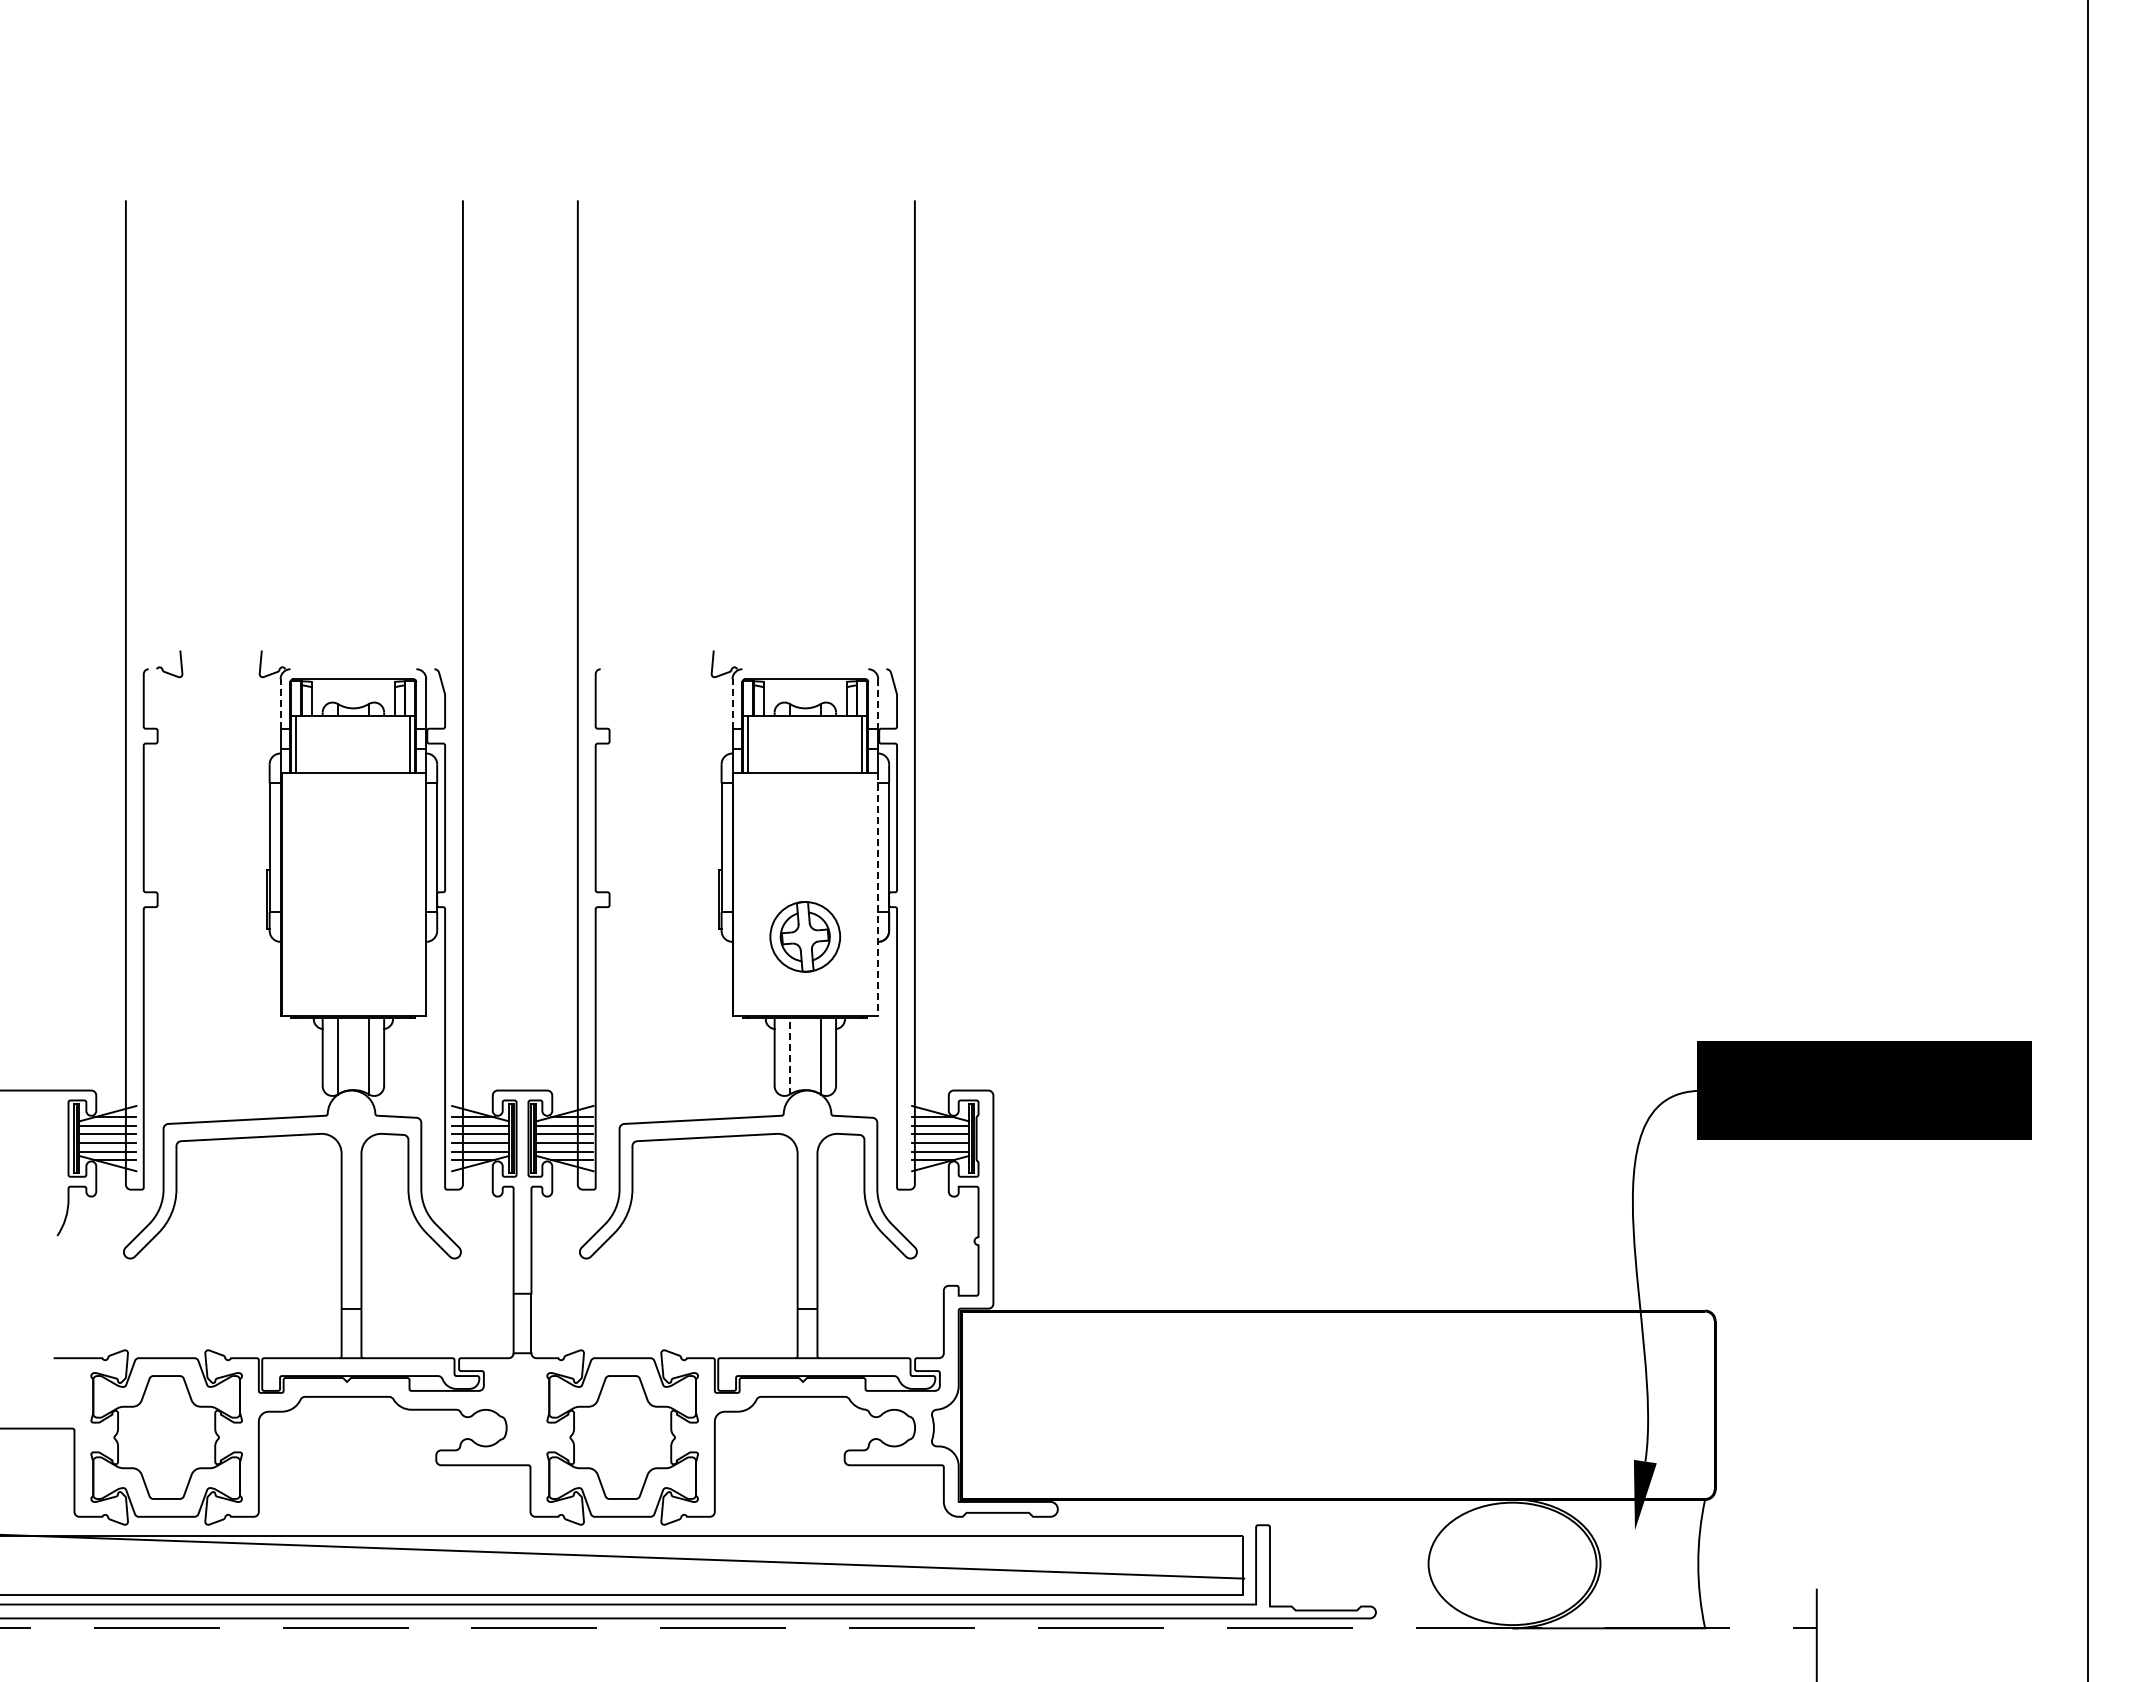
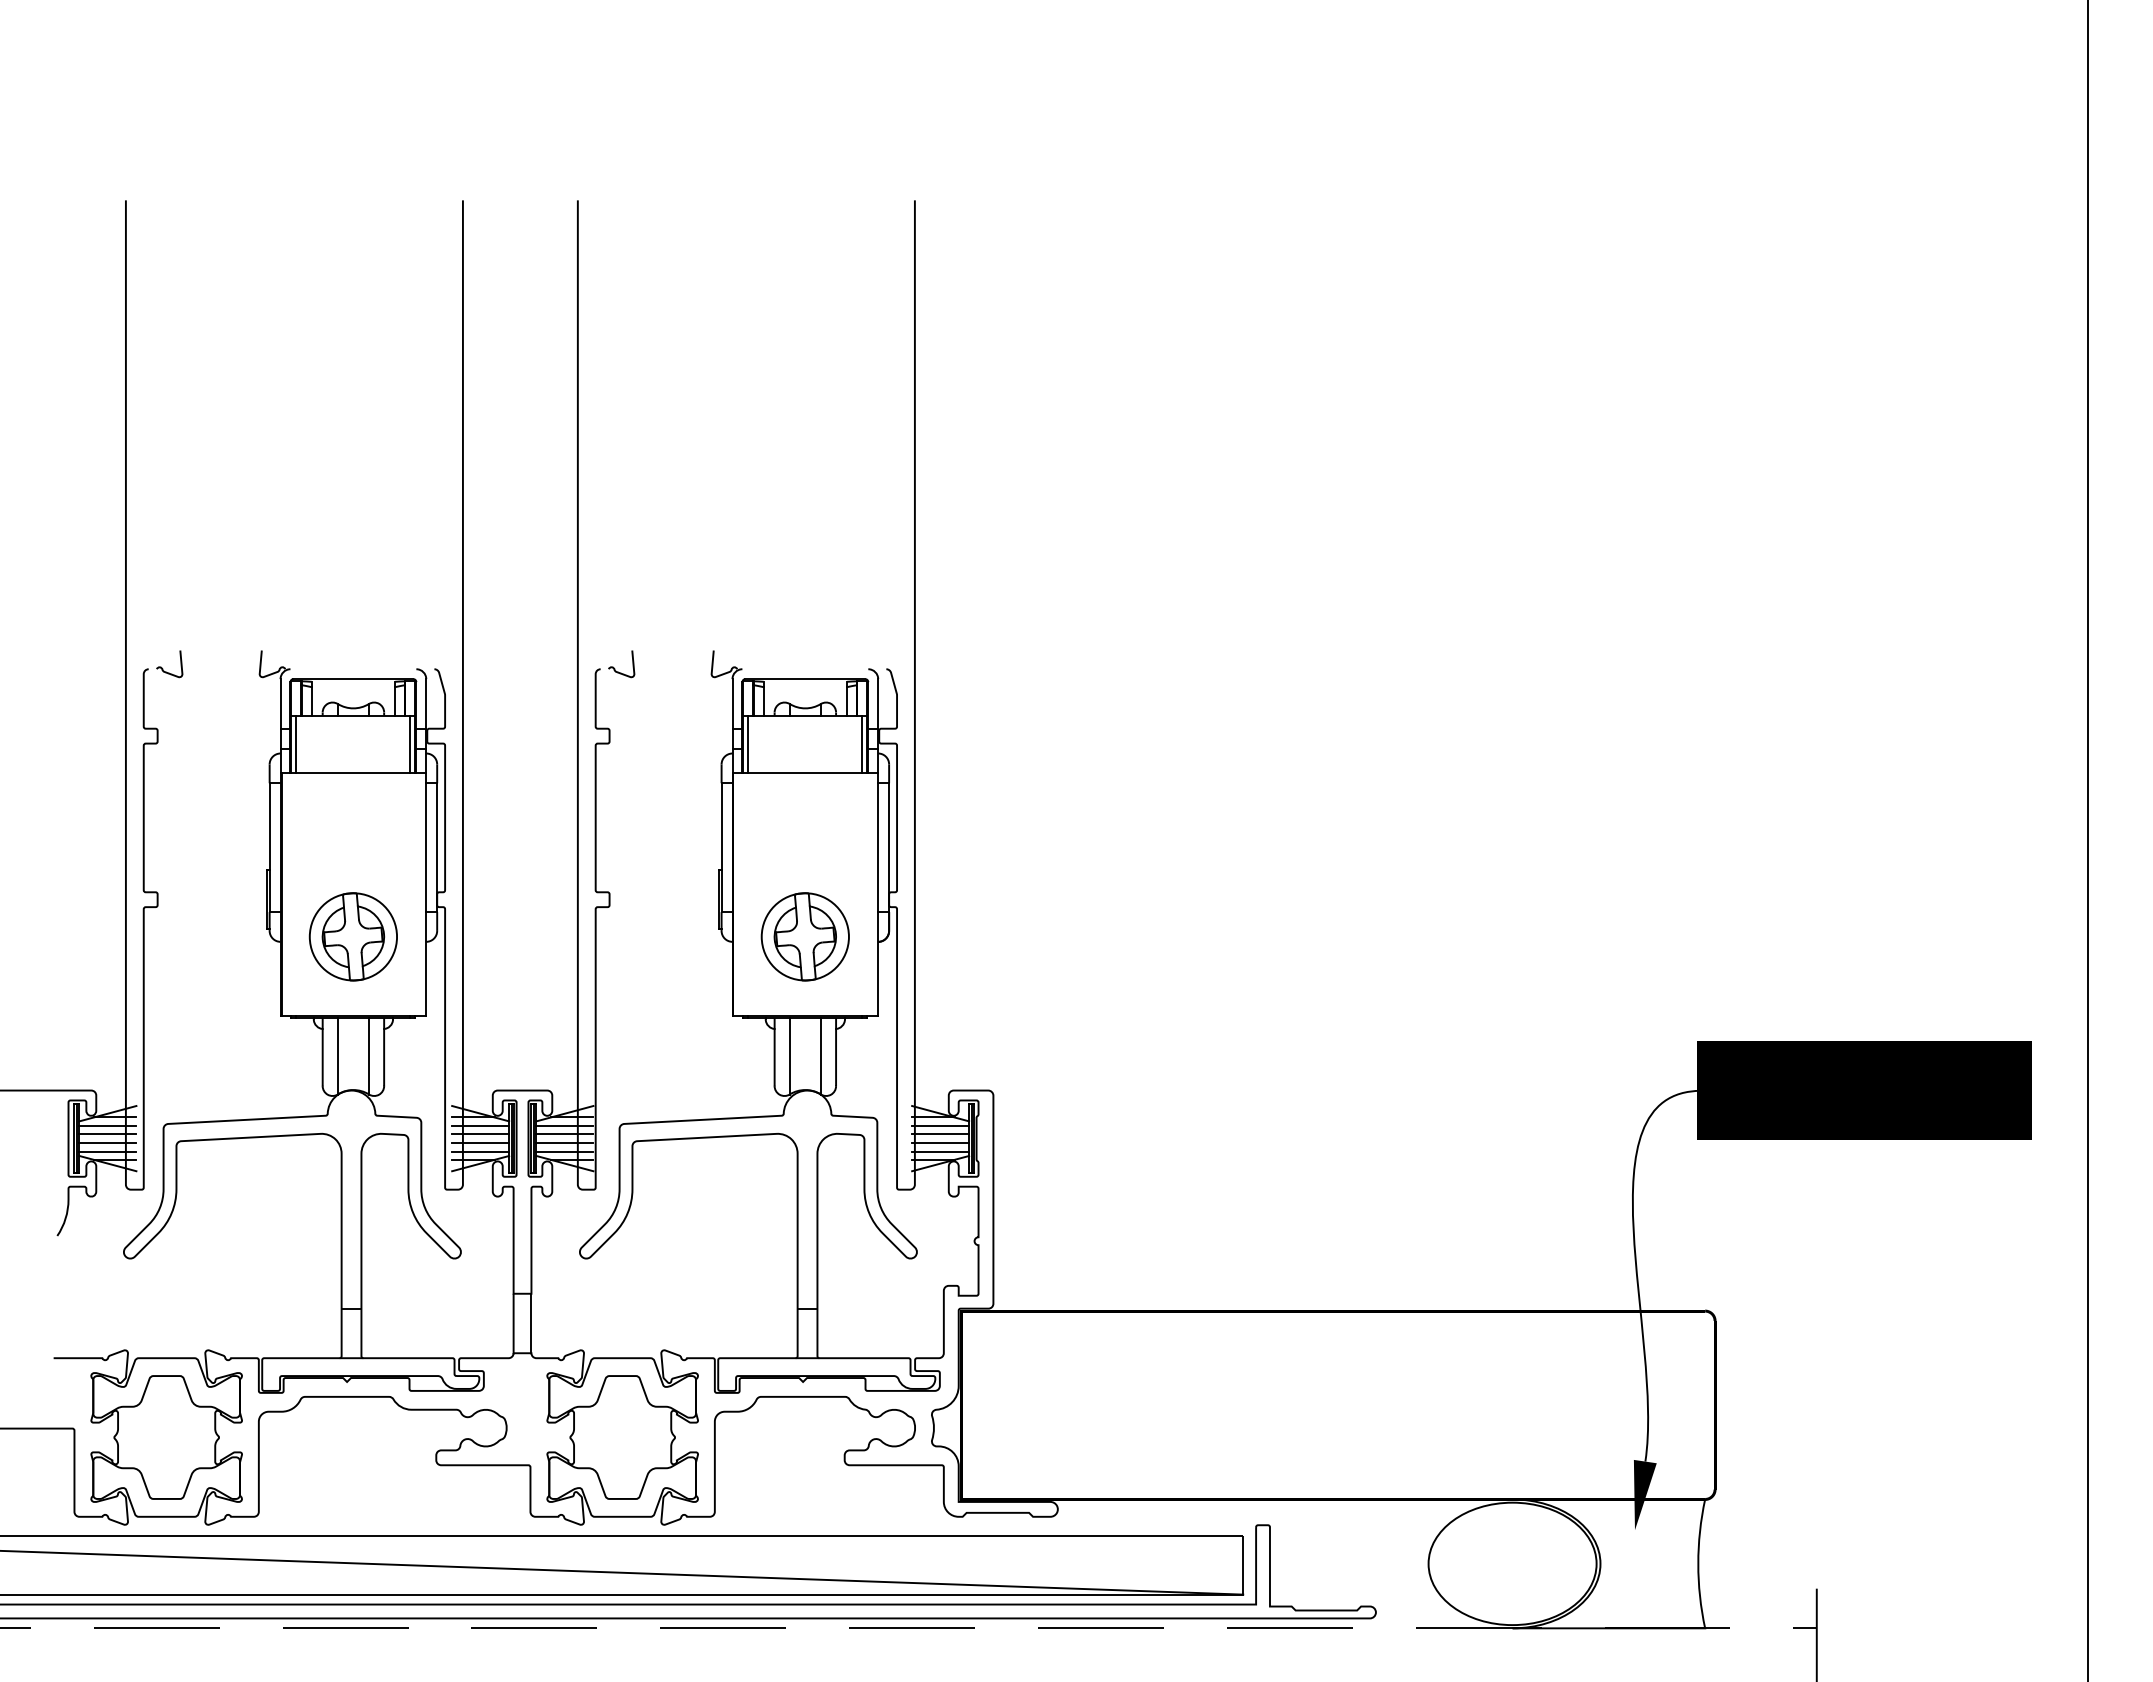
curve at (615, 668): none -> present
line at (280, 703): dashed -> solid
line at (732, 703): dashed -> solid
line at (878, 703): dashed -> solid
line at (878, 895): dashed -> solid
part at (352, 936): none -> present
part at (805, 936) size: 73x72 px -> 90x90 px
line at (789, 1055): dashed -> solid
line at (623, 1556) position: (623, 1556) -> (622, 1572)
